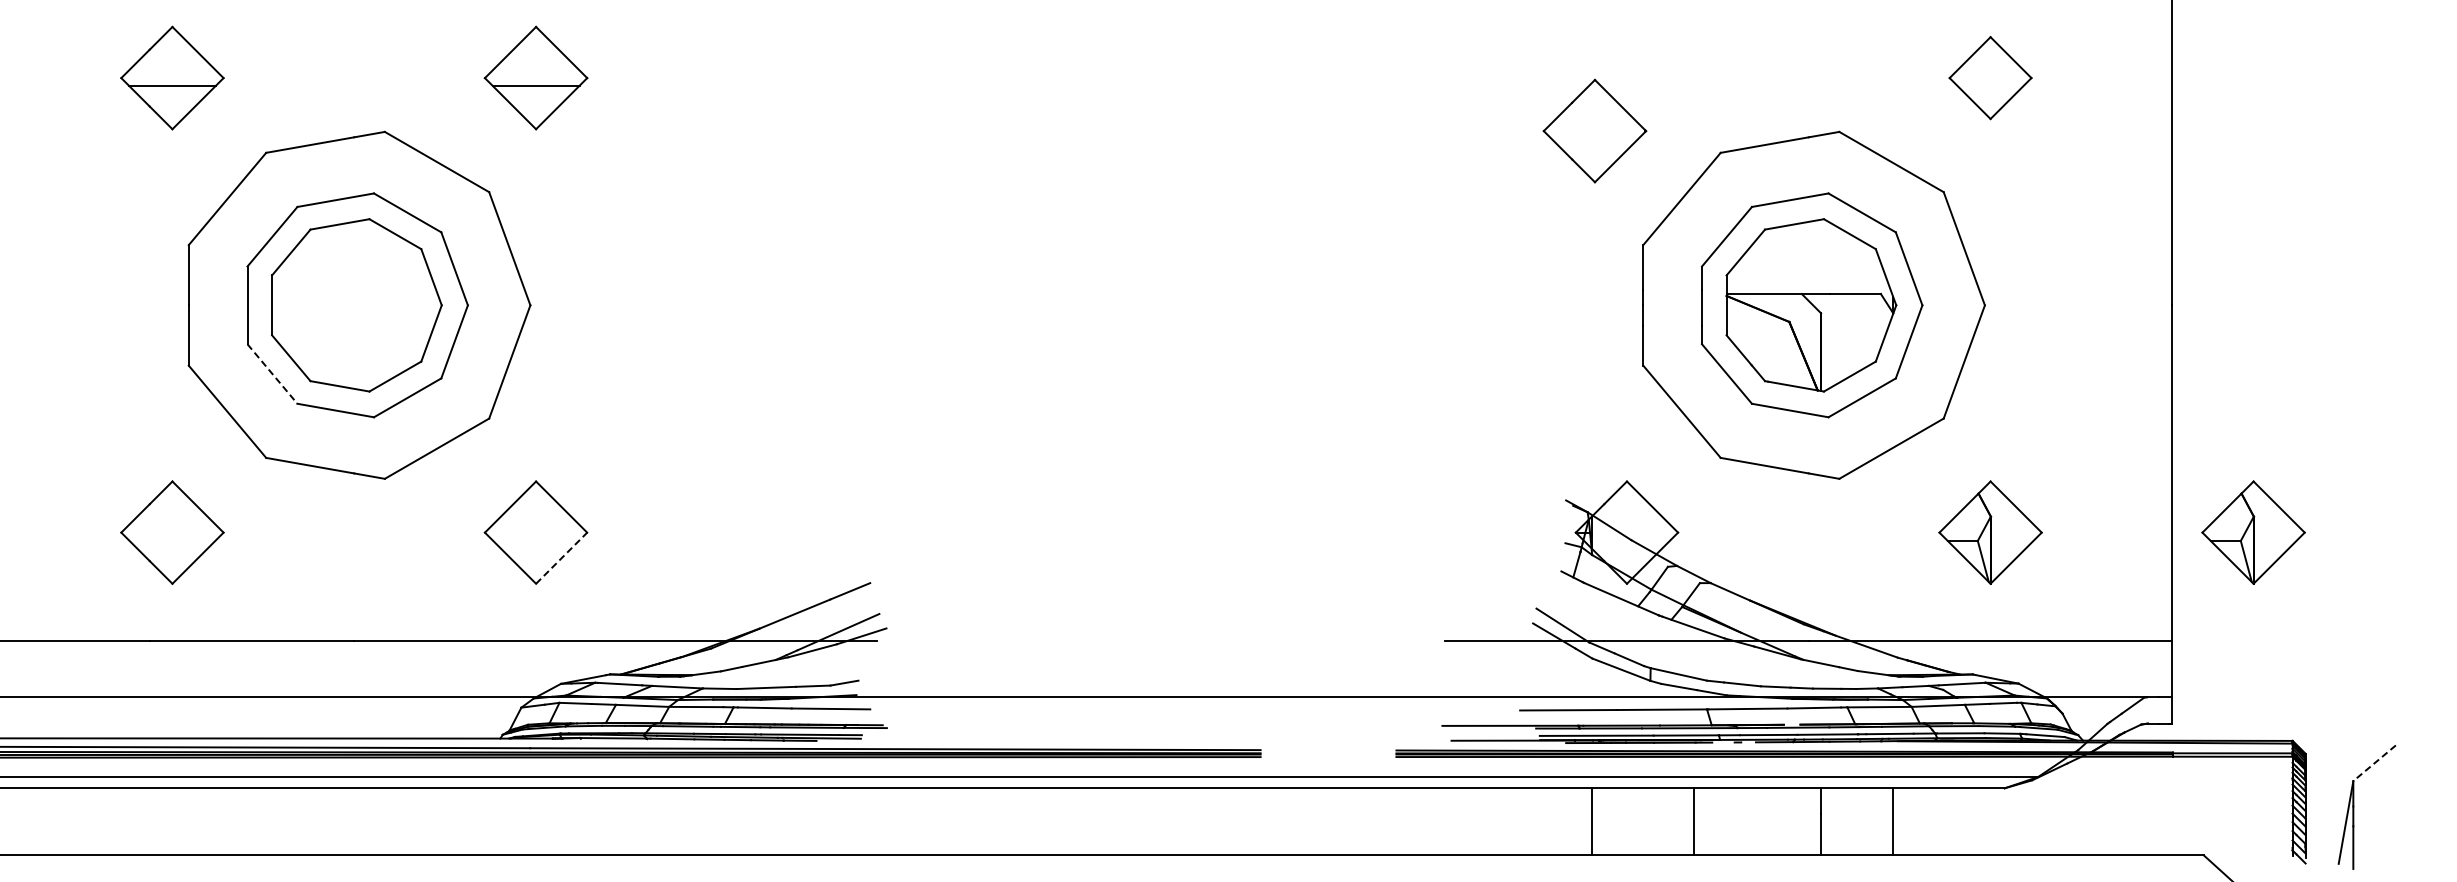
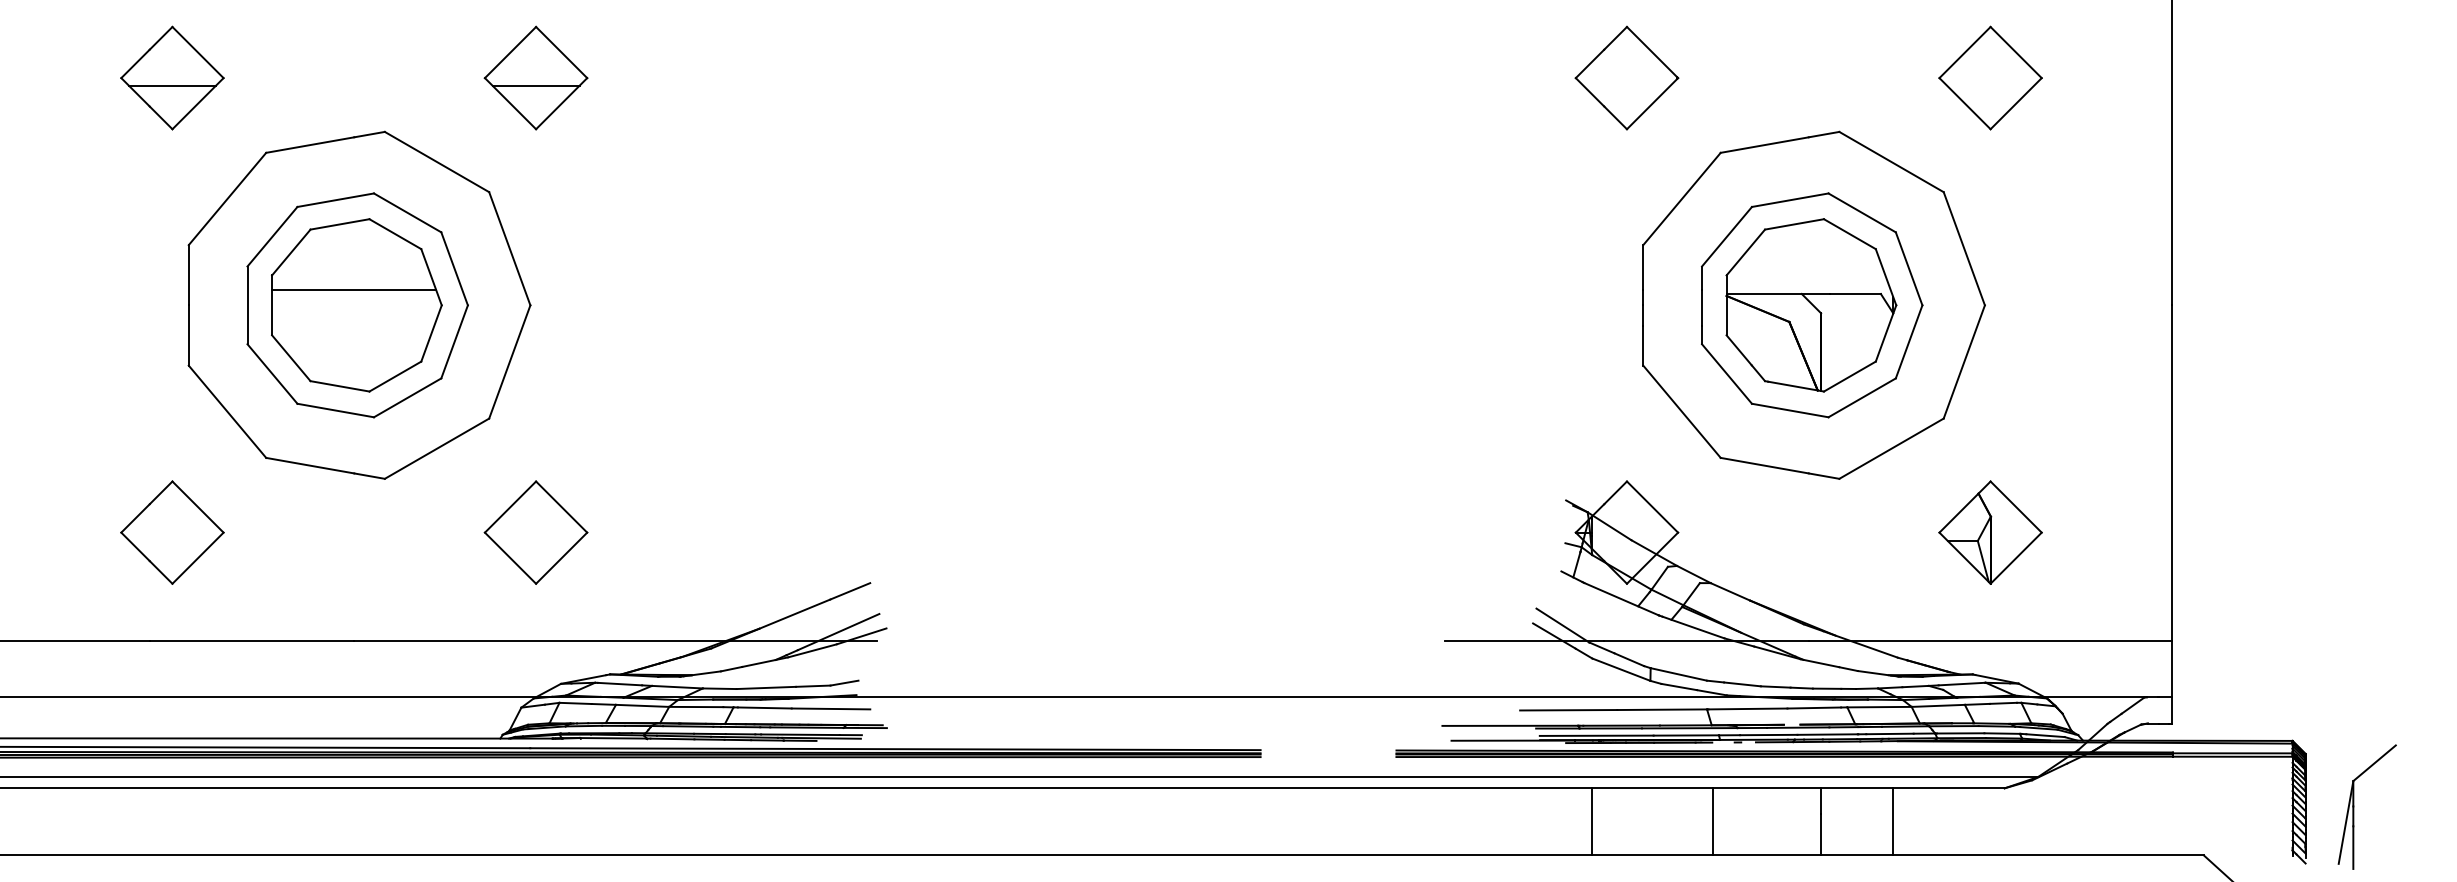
part at (1990, 78) size: 85x85 px -> 105x106 px
part at (1594, 130) position: (1594, 130) -> (1626, 77)
line at (354, 290): none -> present
line at (272, 374): dashed -> solid
part at (2253, 532): present -> none
line at (562, 557): dashed -> solid
line at (2374, 763): dashed -> solid
line at (1693, 821) position: (1693, 821) -> (1712, 821)
